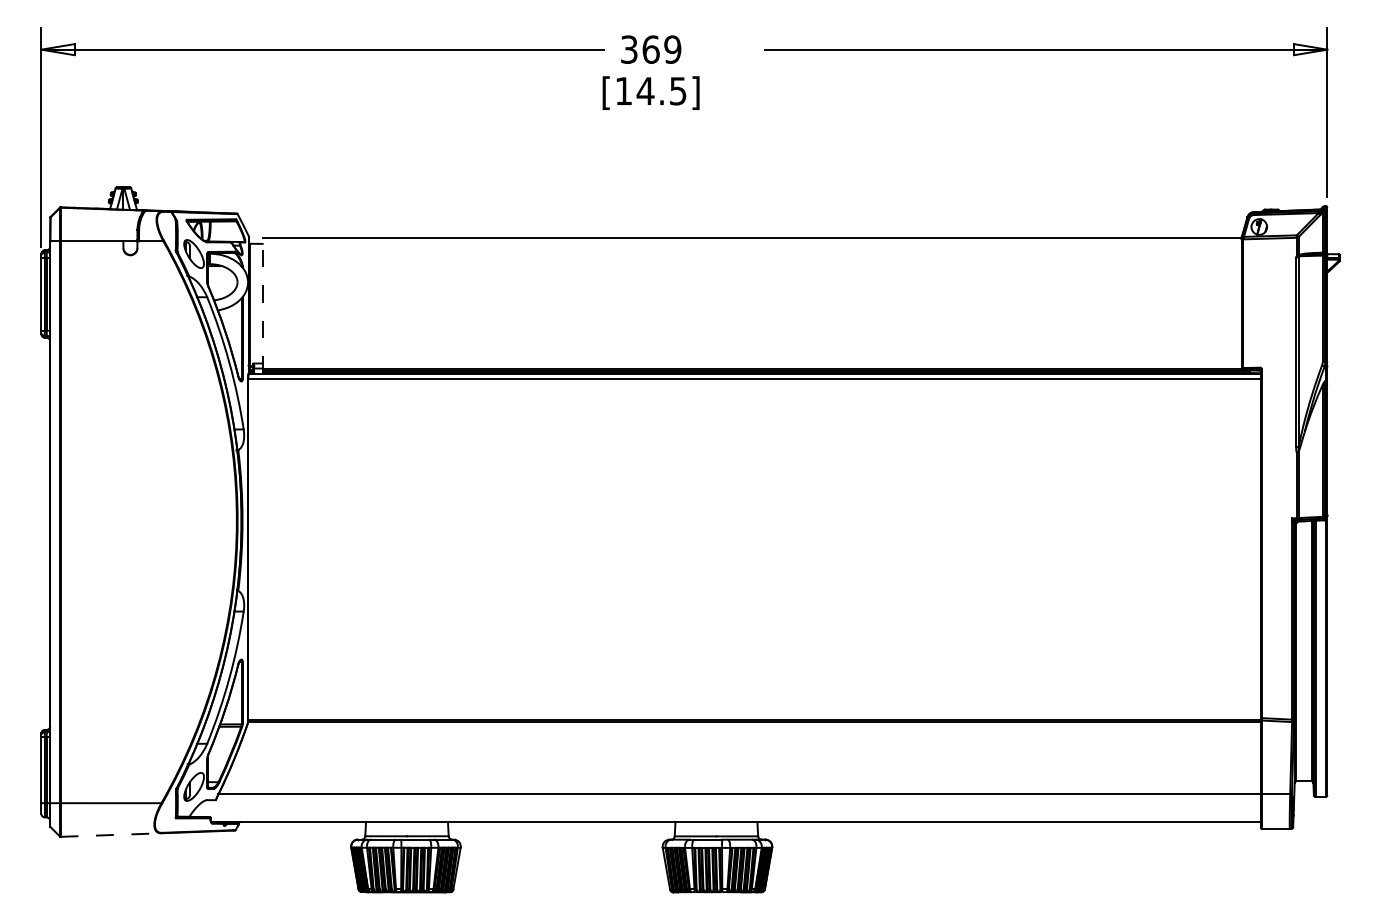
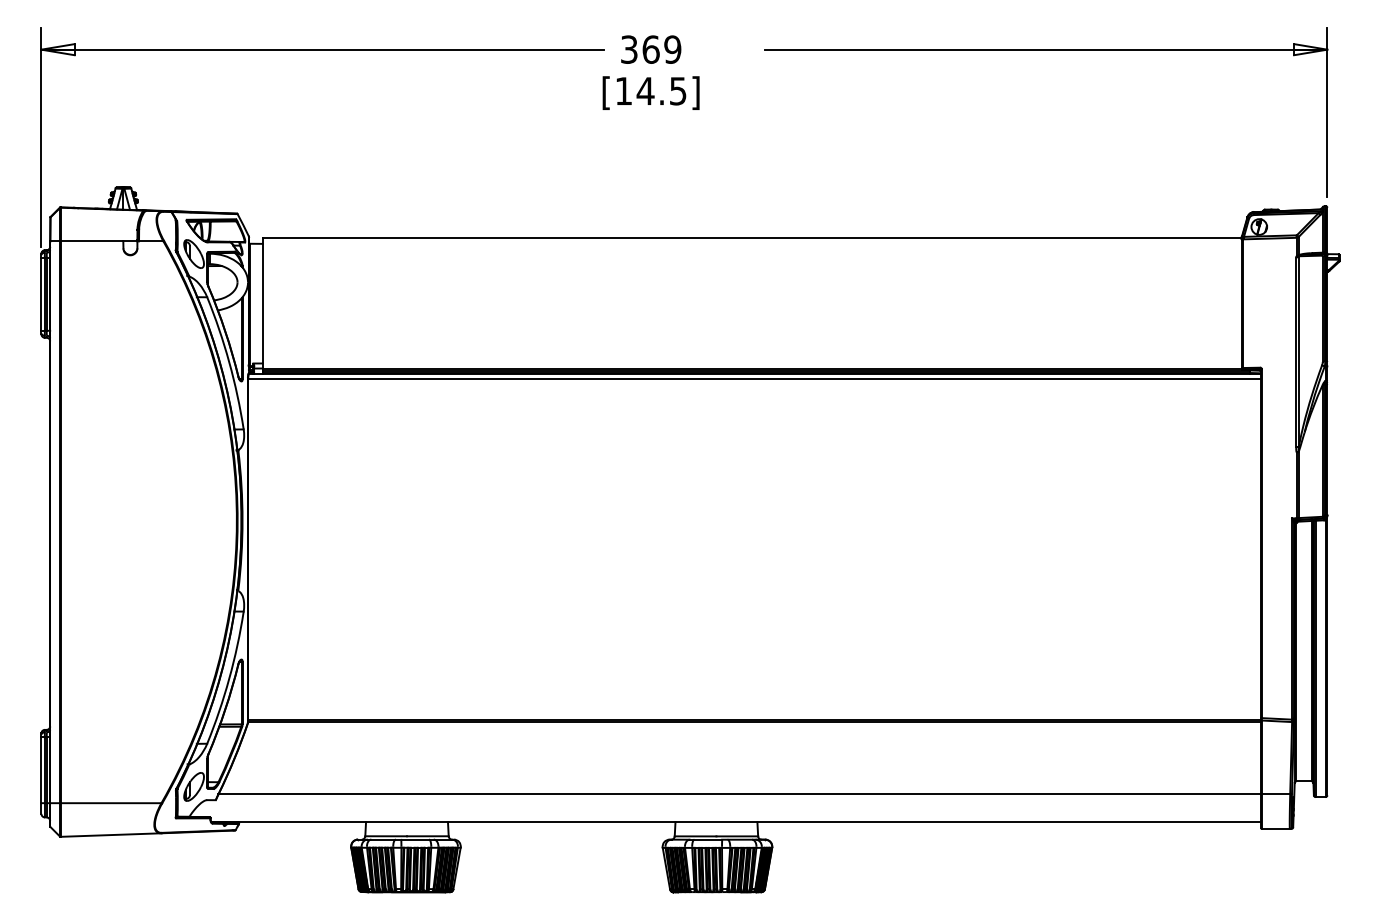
line at (262, 305): dashed -> solid
line at (111, 835): dashed -> solid
